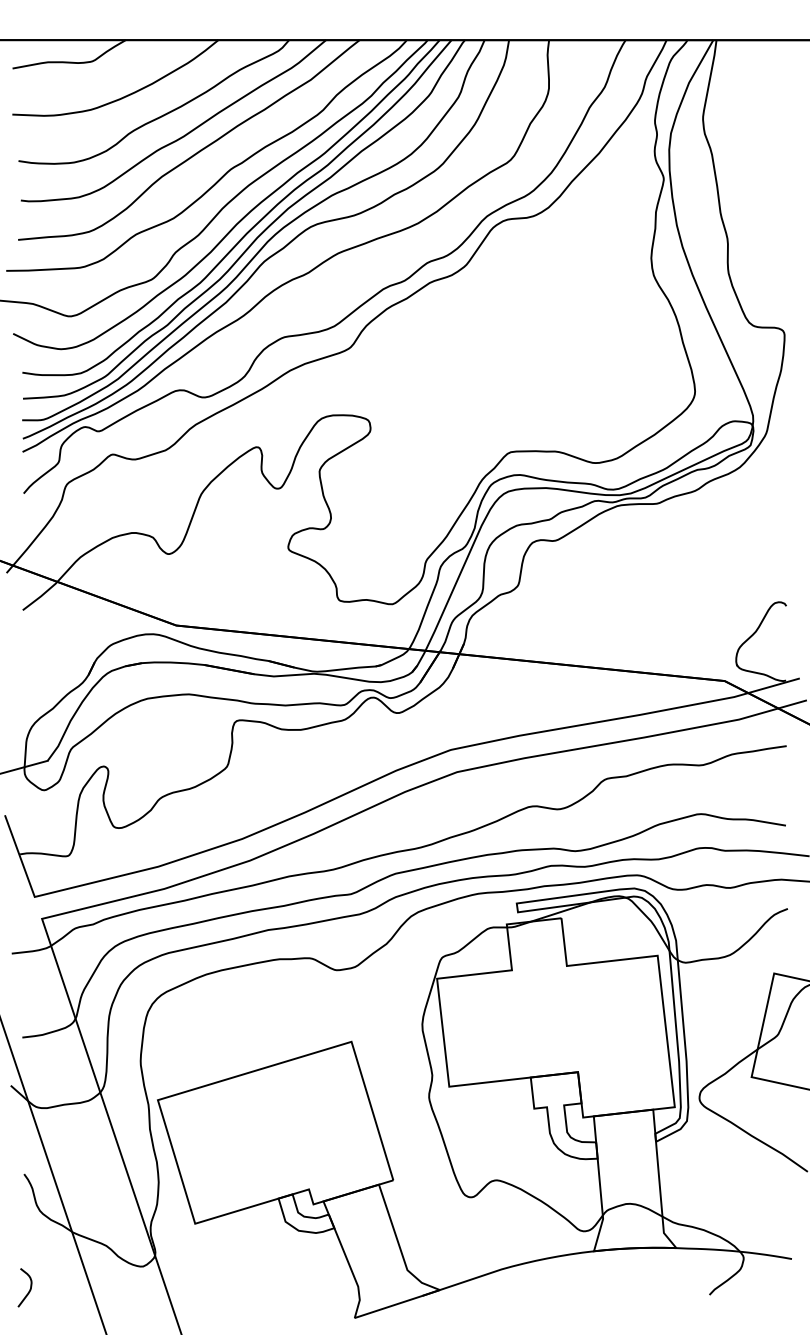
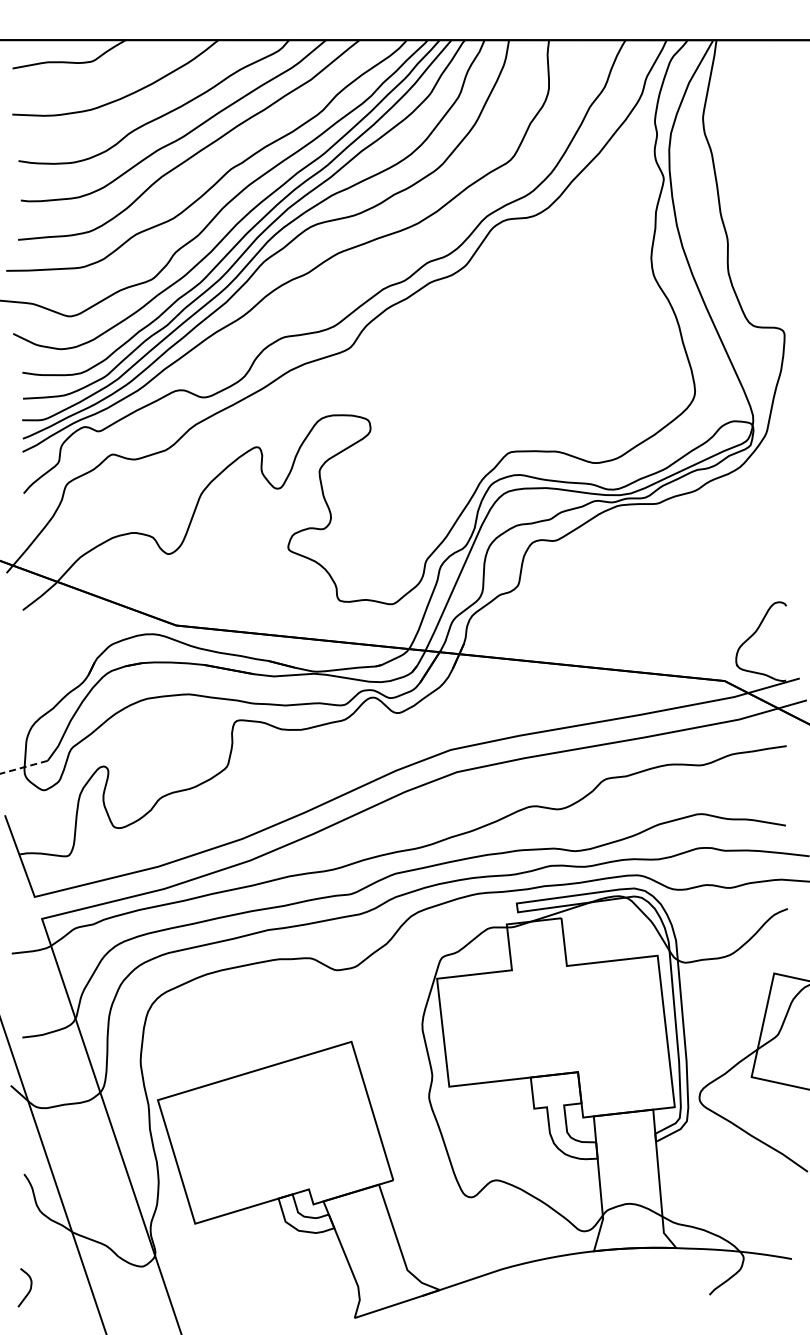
line at (23, 767): solid -> dashed
